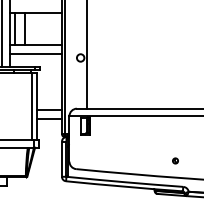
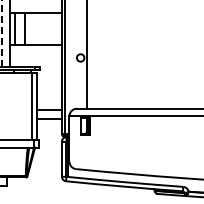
line at (1, 33): solid -> dashed
line at (35, 54): present -> none
part at (175, 160): present -> none
